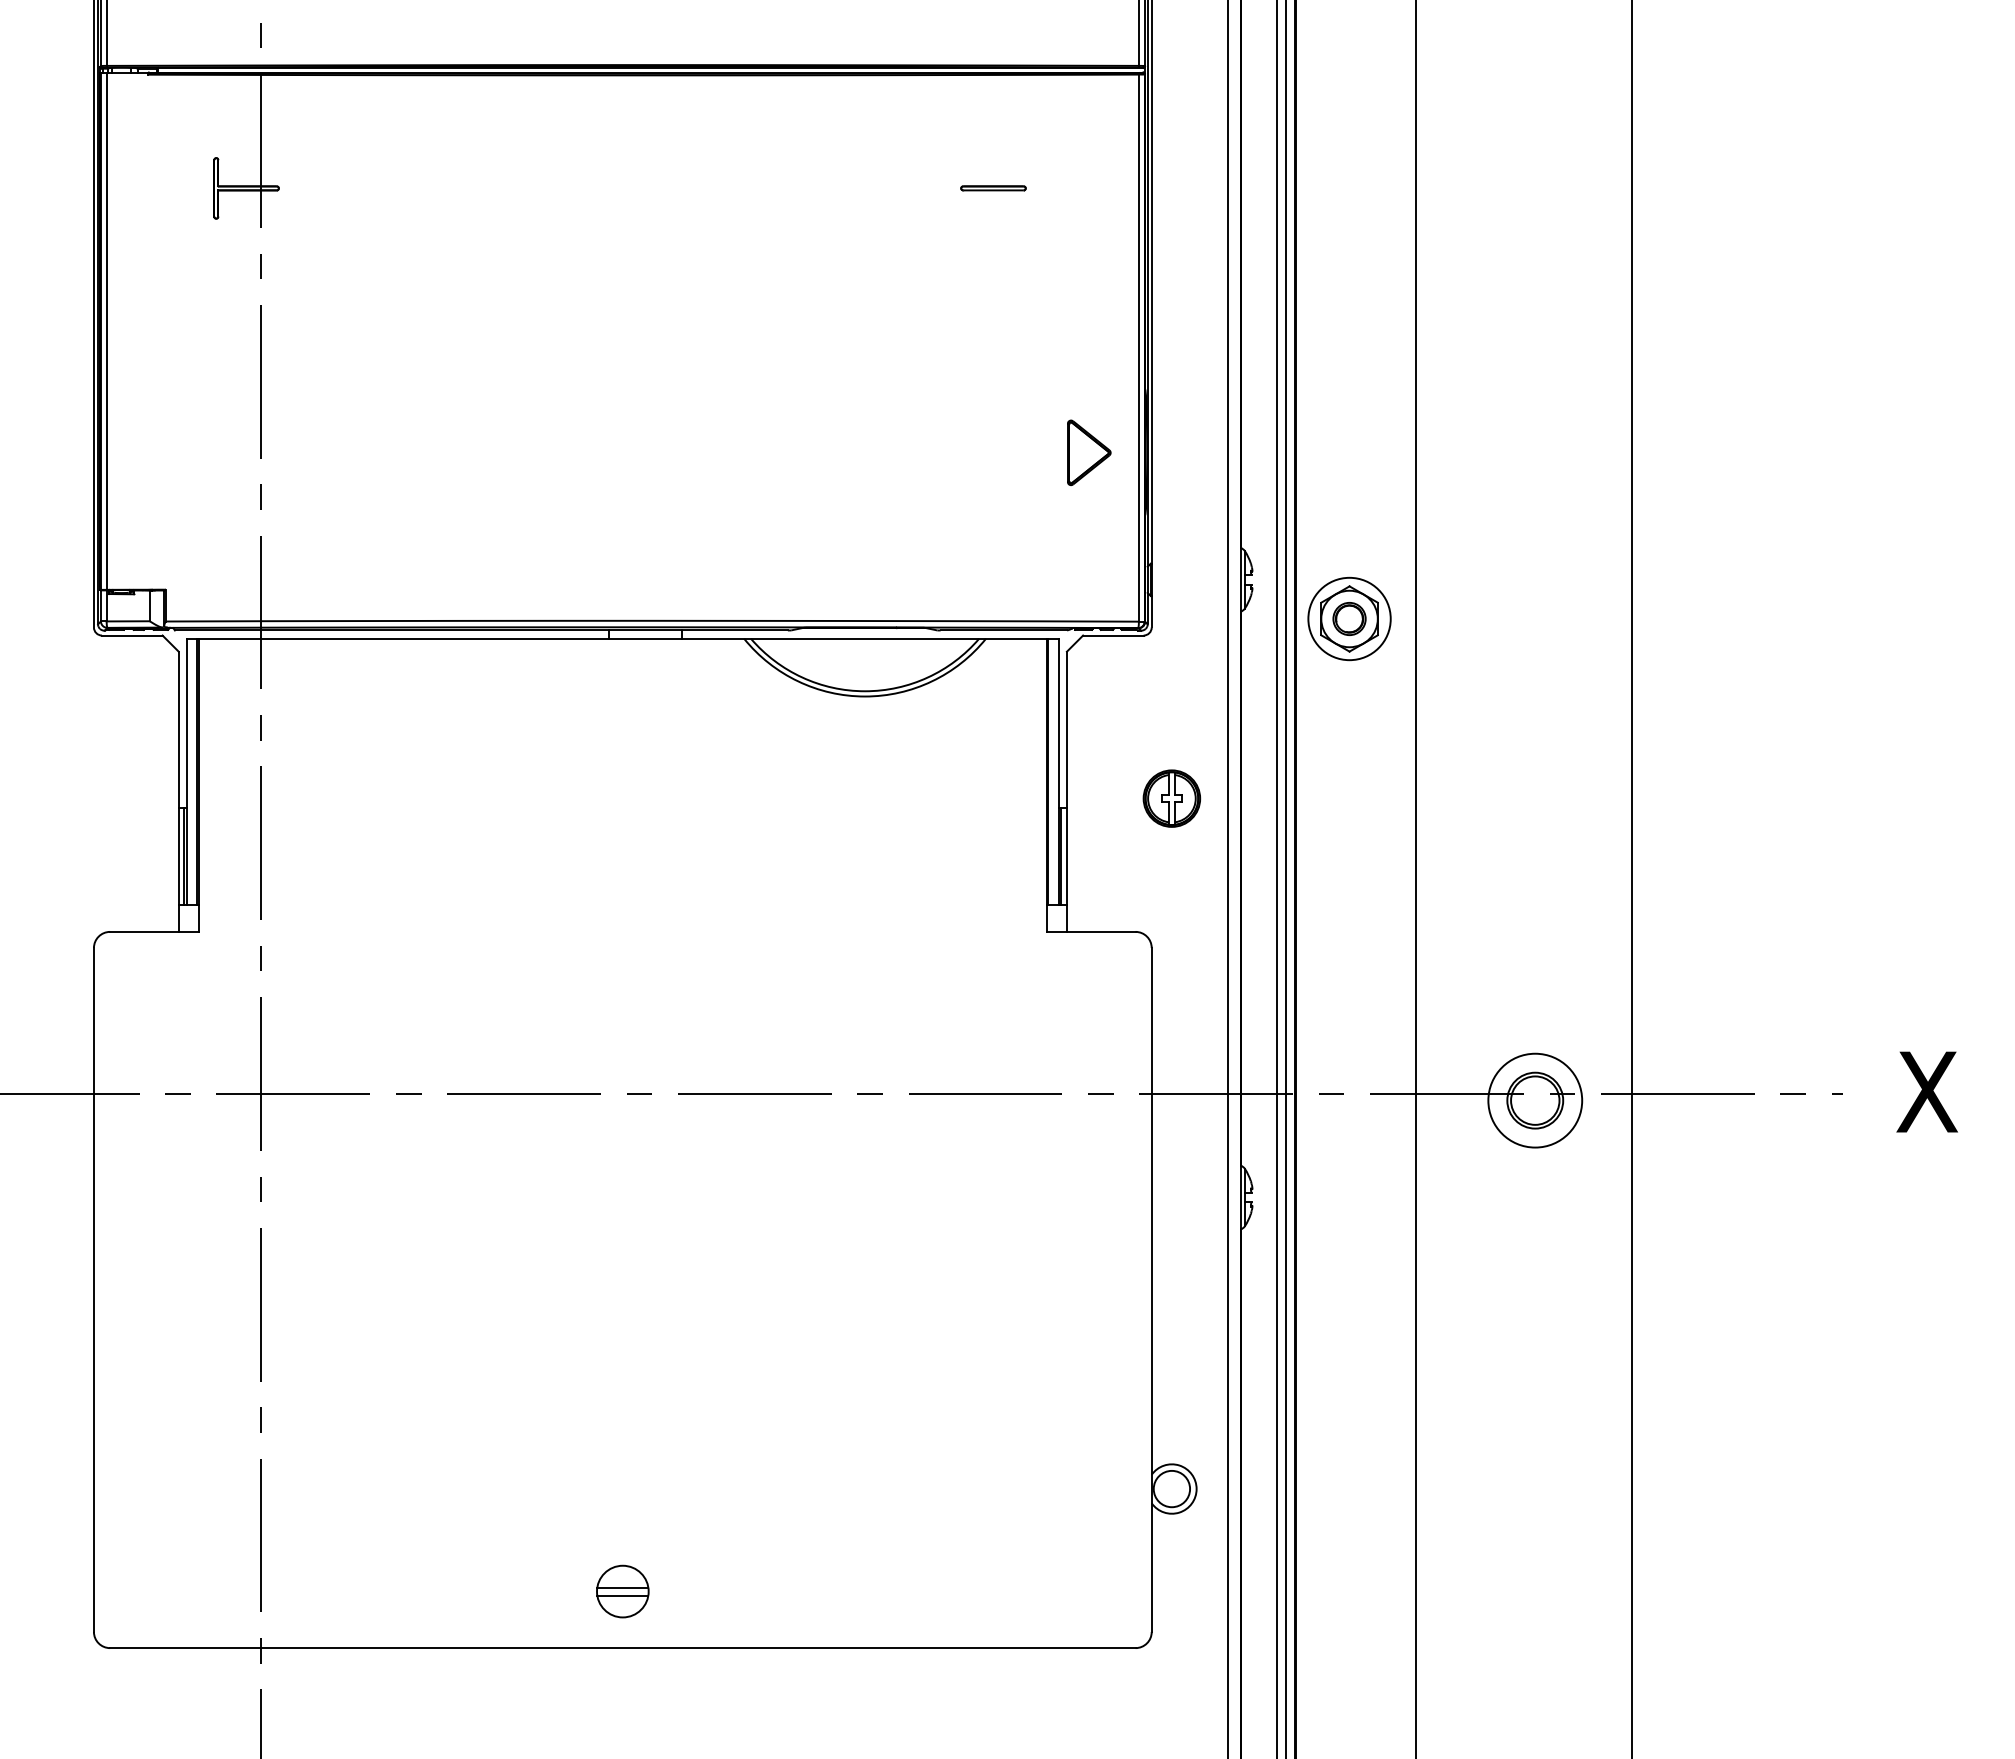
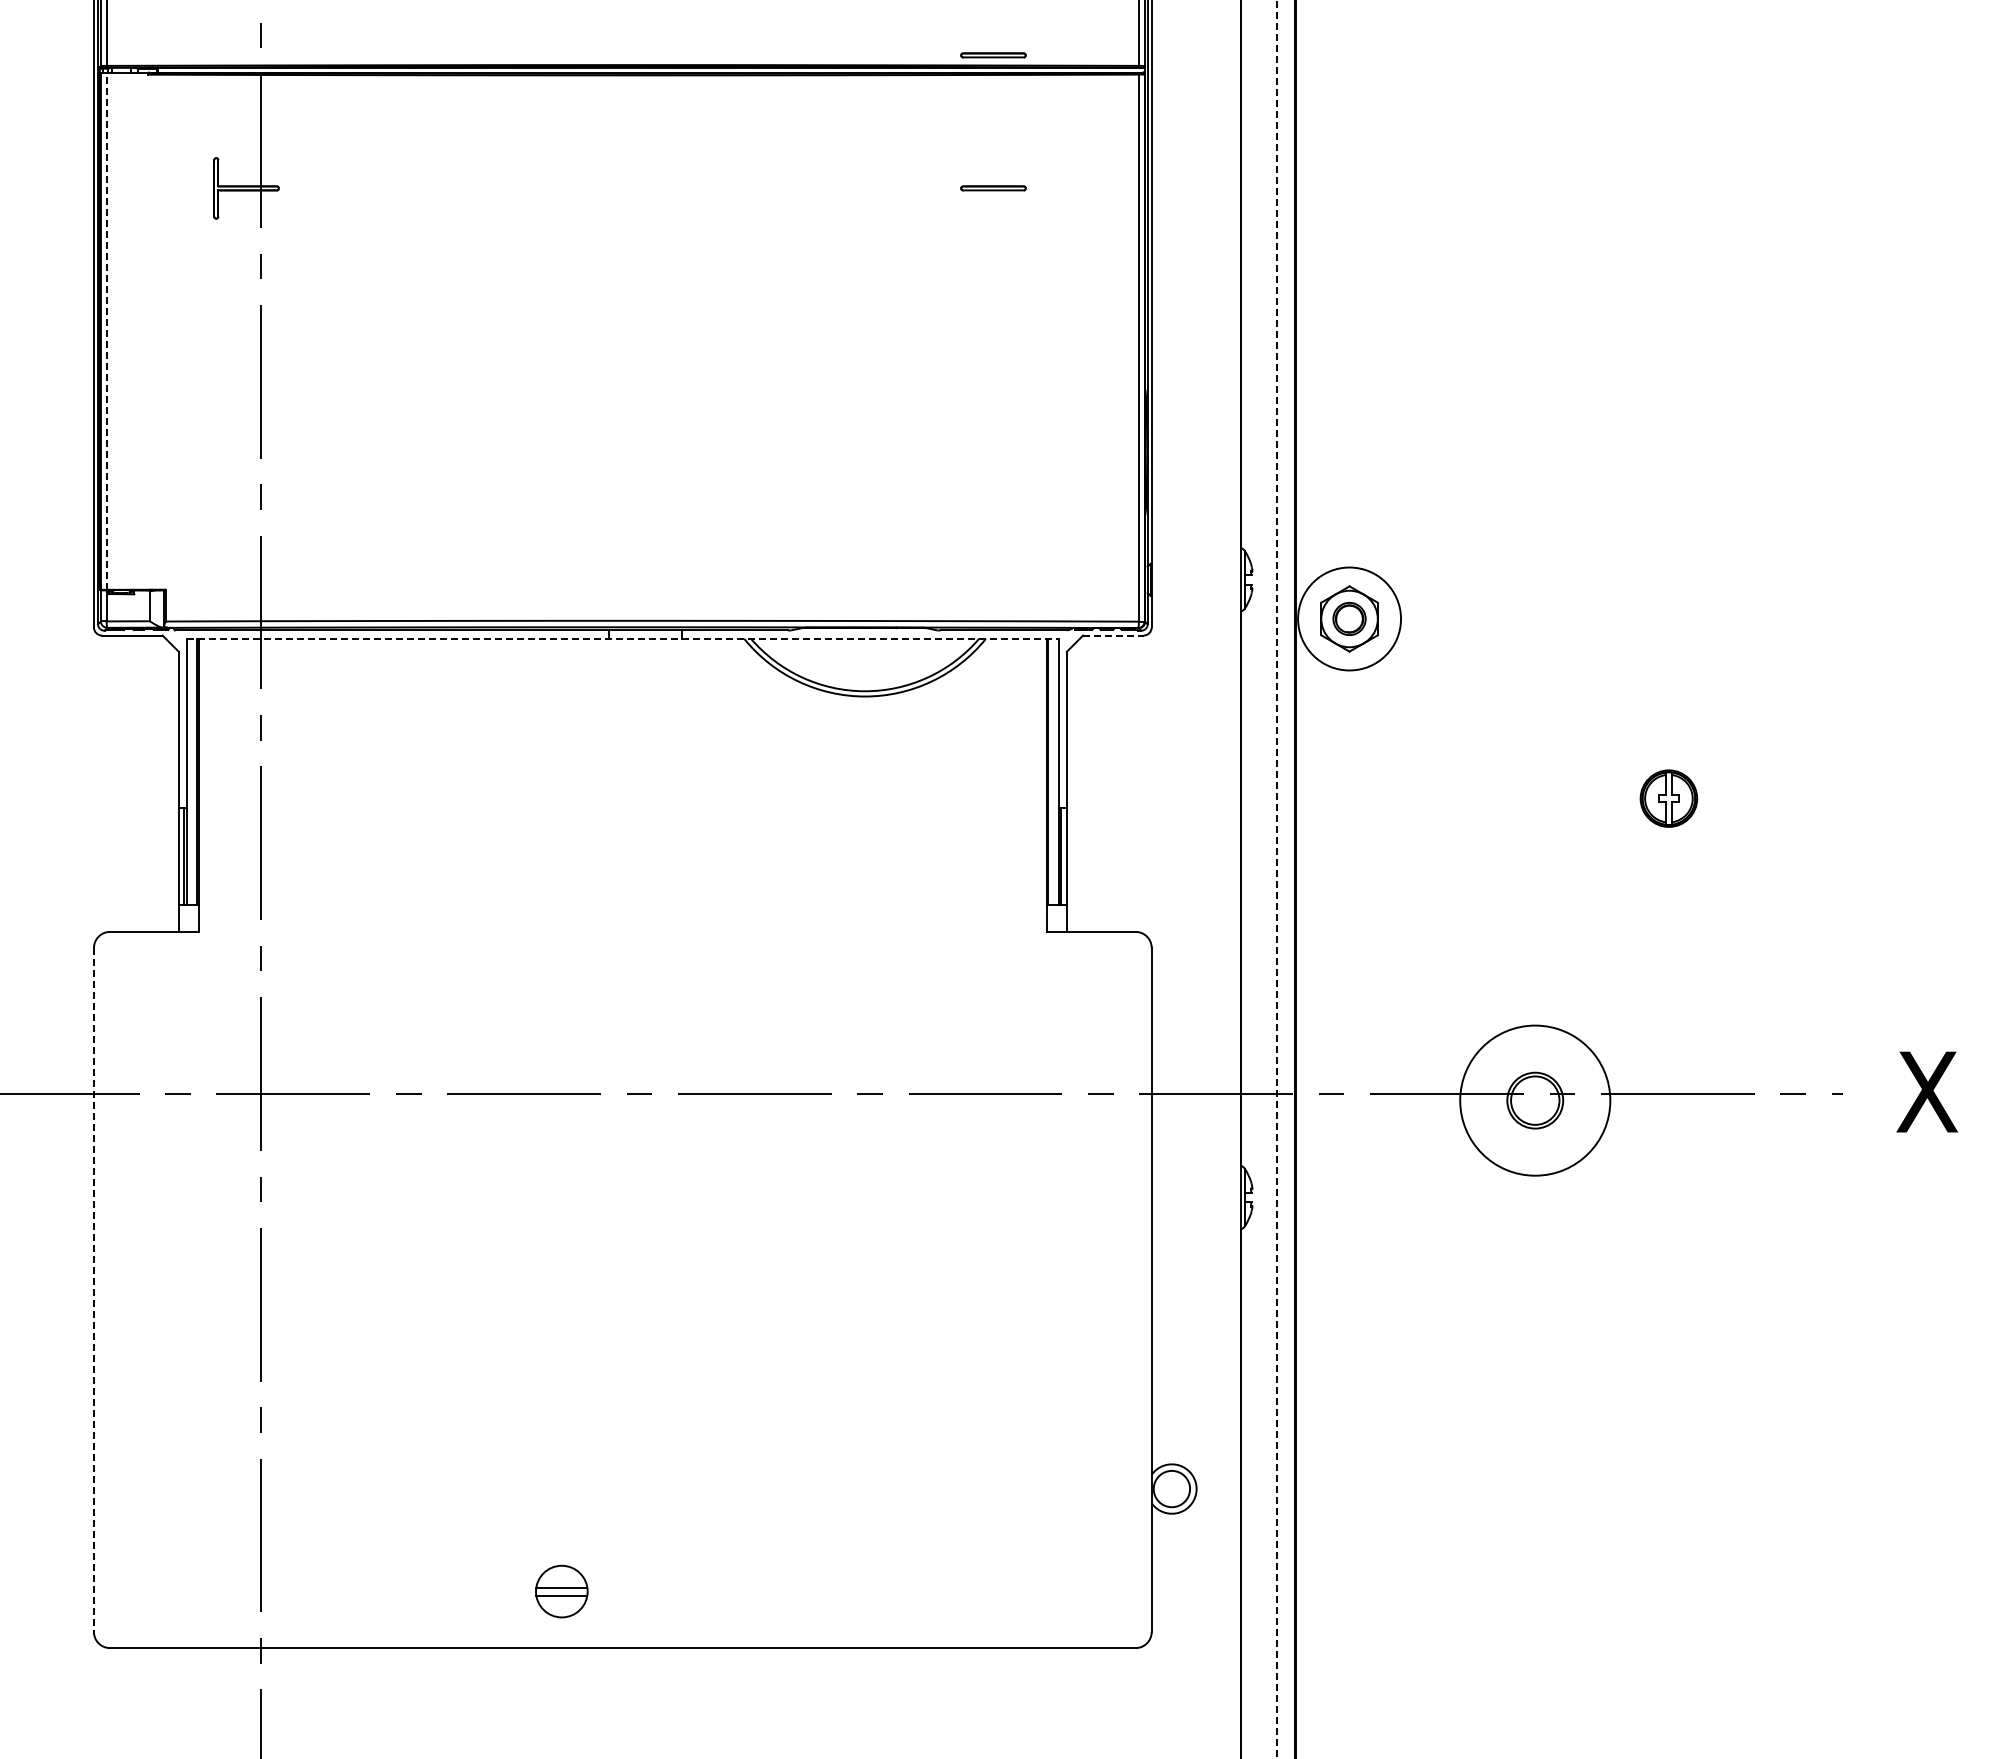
part at (993, 55): none -> present
line at (106, 331): solid -> dashed
part at (1089, 452): present -> none
circle at (1349, 618) diameter: 82 px -> 103 px
line at (1113, 635): solid -> dashed
line at (623, 638): solid -> dashed
part at (1171, 798) position: (1171, 798) -> (1668, 798)
line at (1228, 878): present -> none
line at (1286, 878): present -> none
line at (1415, 878): present -> none
line at (1632, 878): present -> none
line at (1276, 879): solid -> dashed
circle at (1535, 1100) diameter: 94 px -> 150 px
line at (93, 1290): solid -> dashed
part at (622, 1591) position: (622, 1591) -> (561, 1591)
